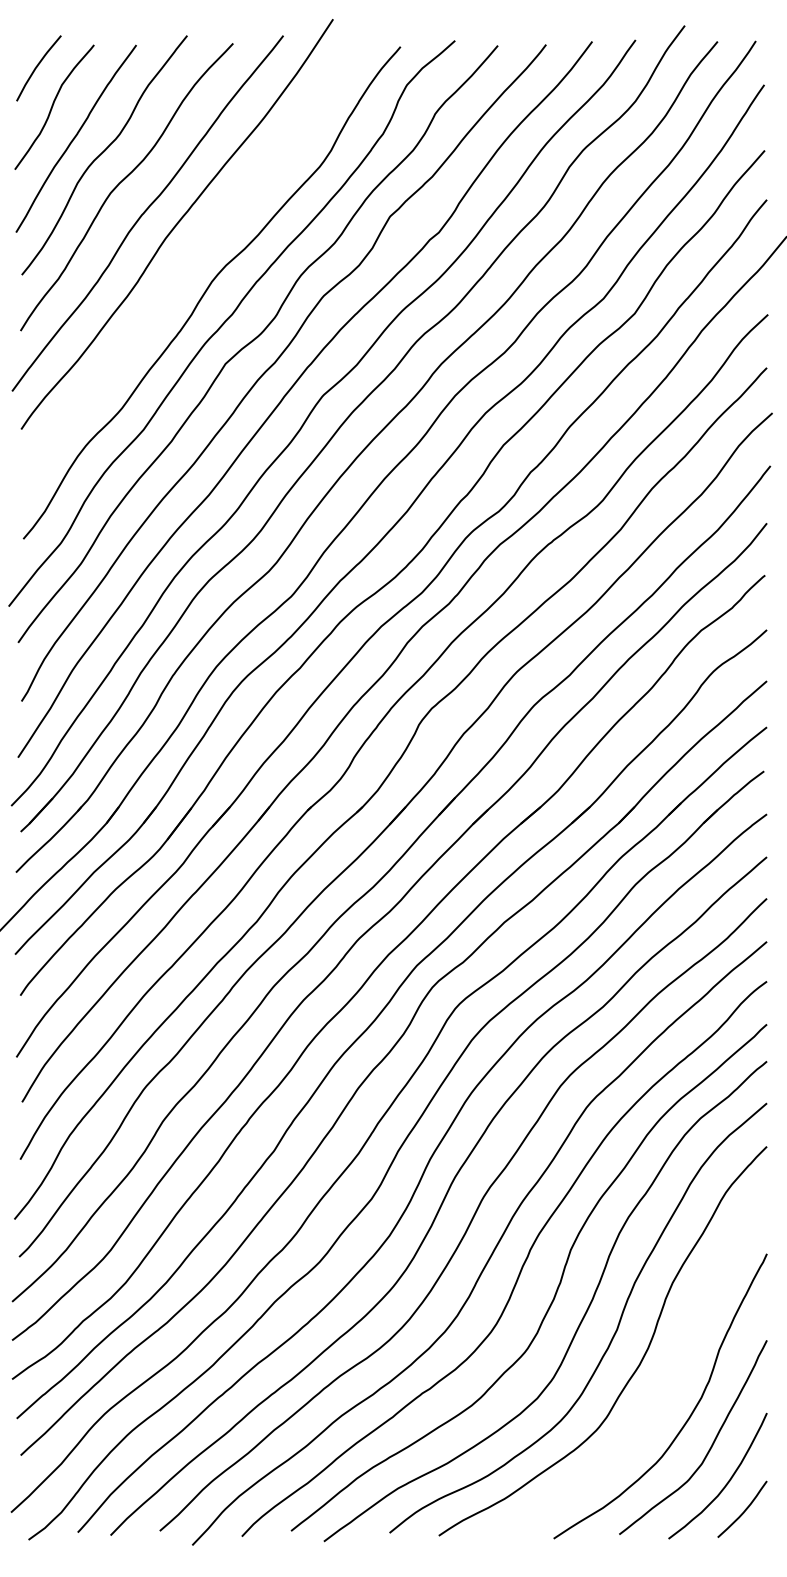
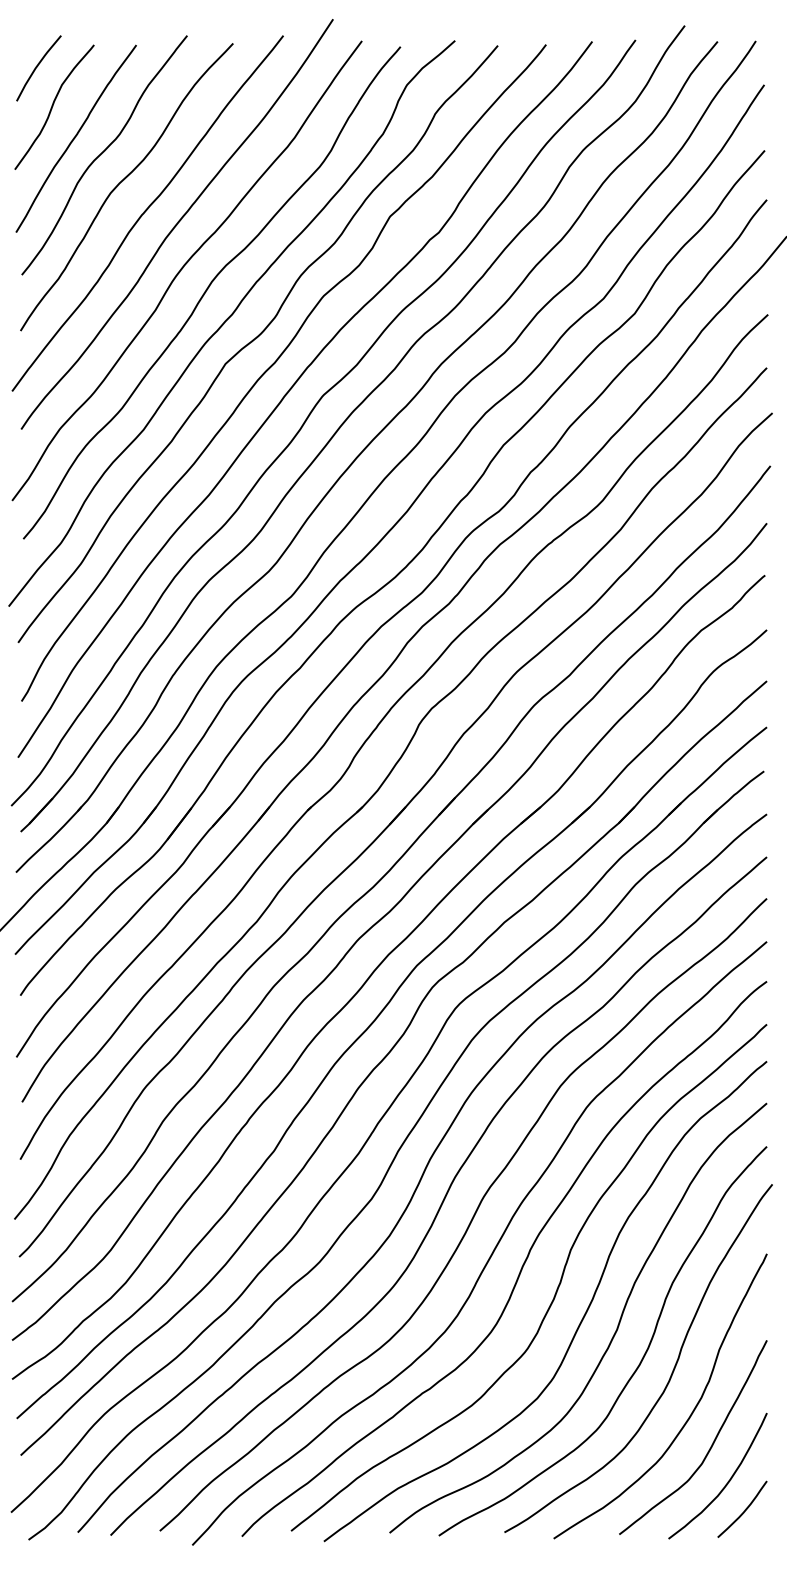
curve at (183, 268): none -> present
curve at (671, 1372): none -> present
